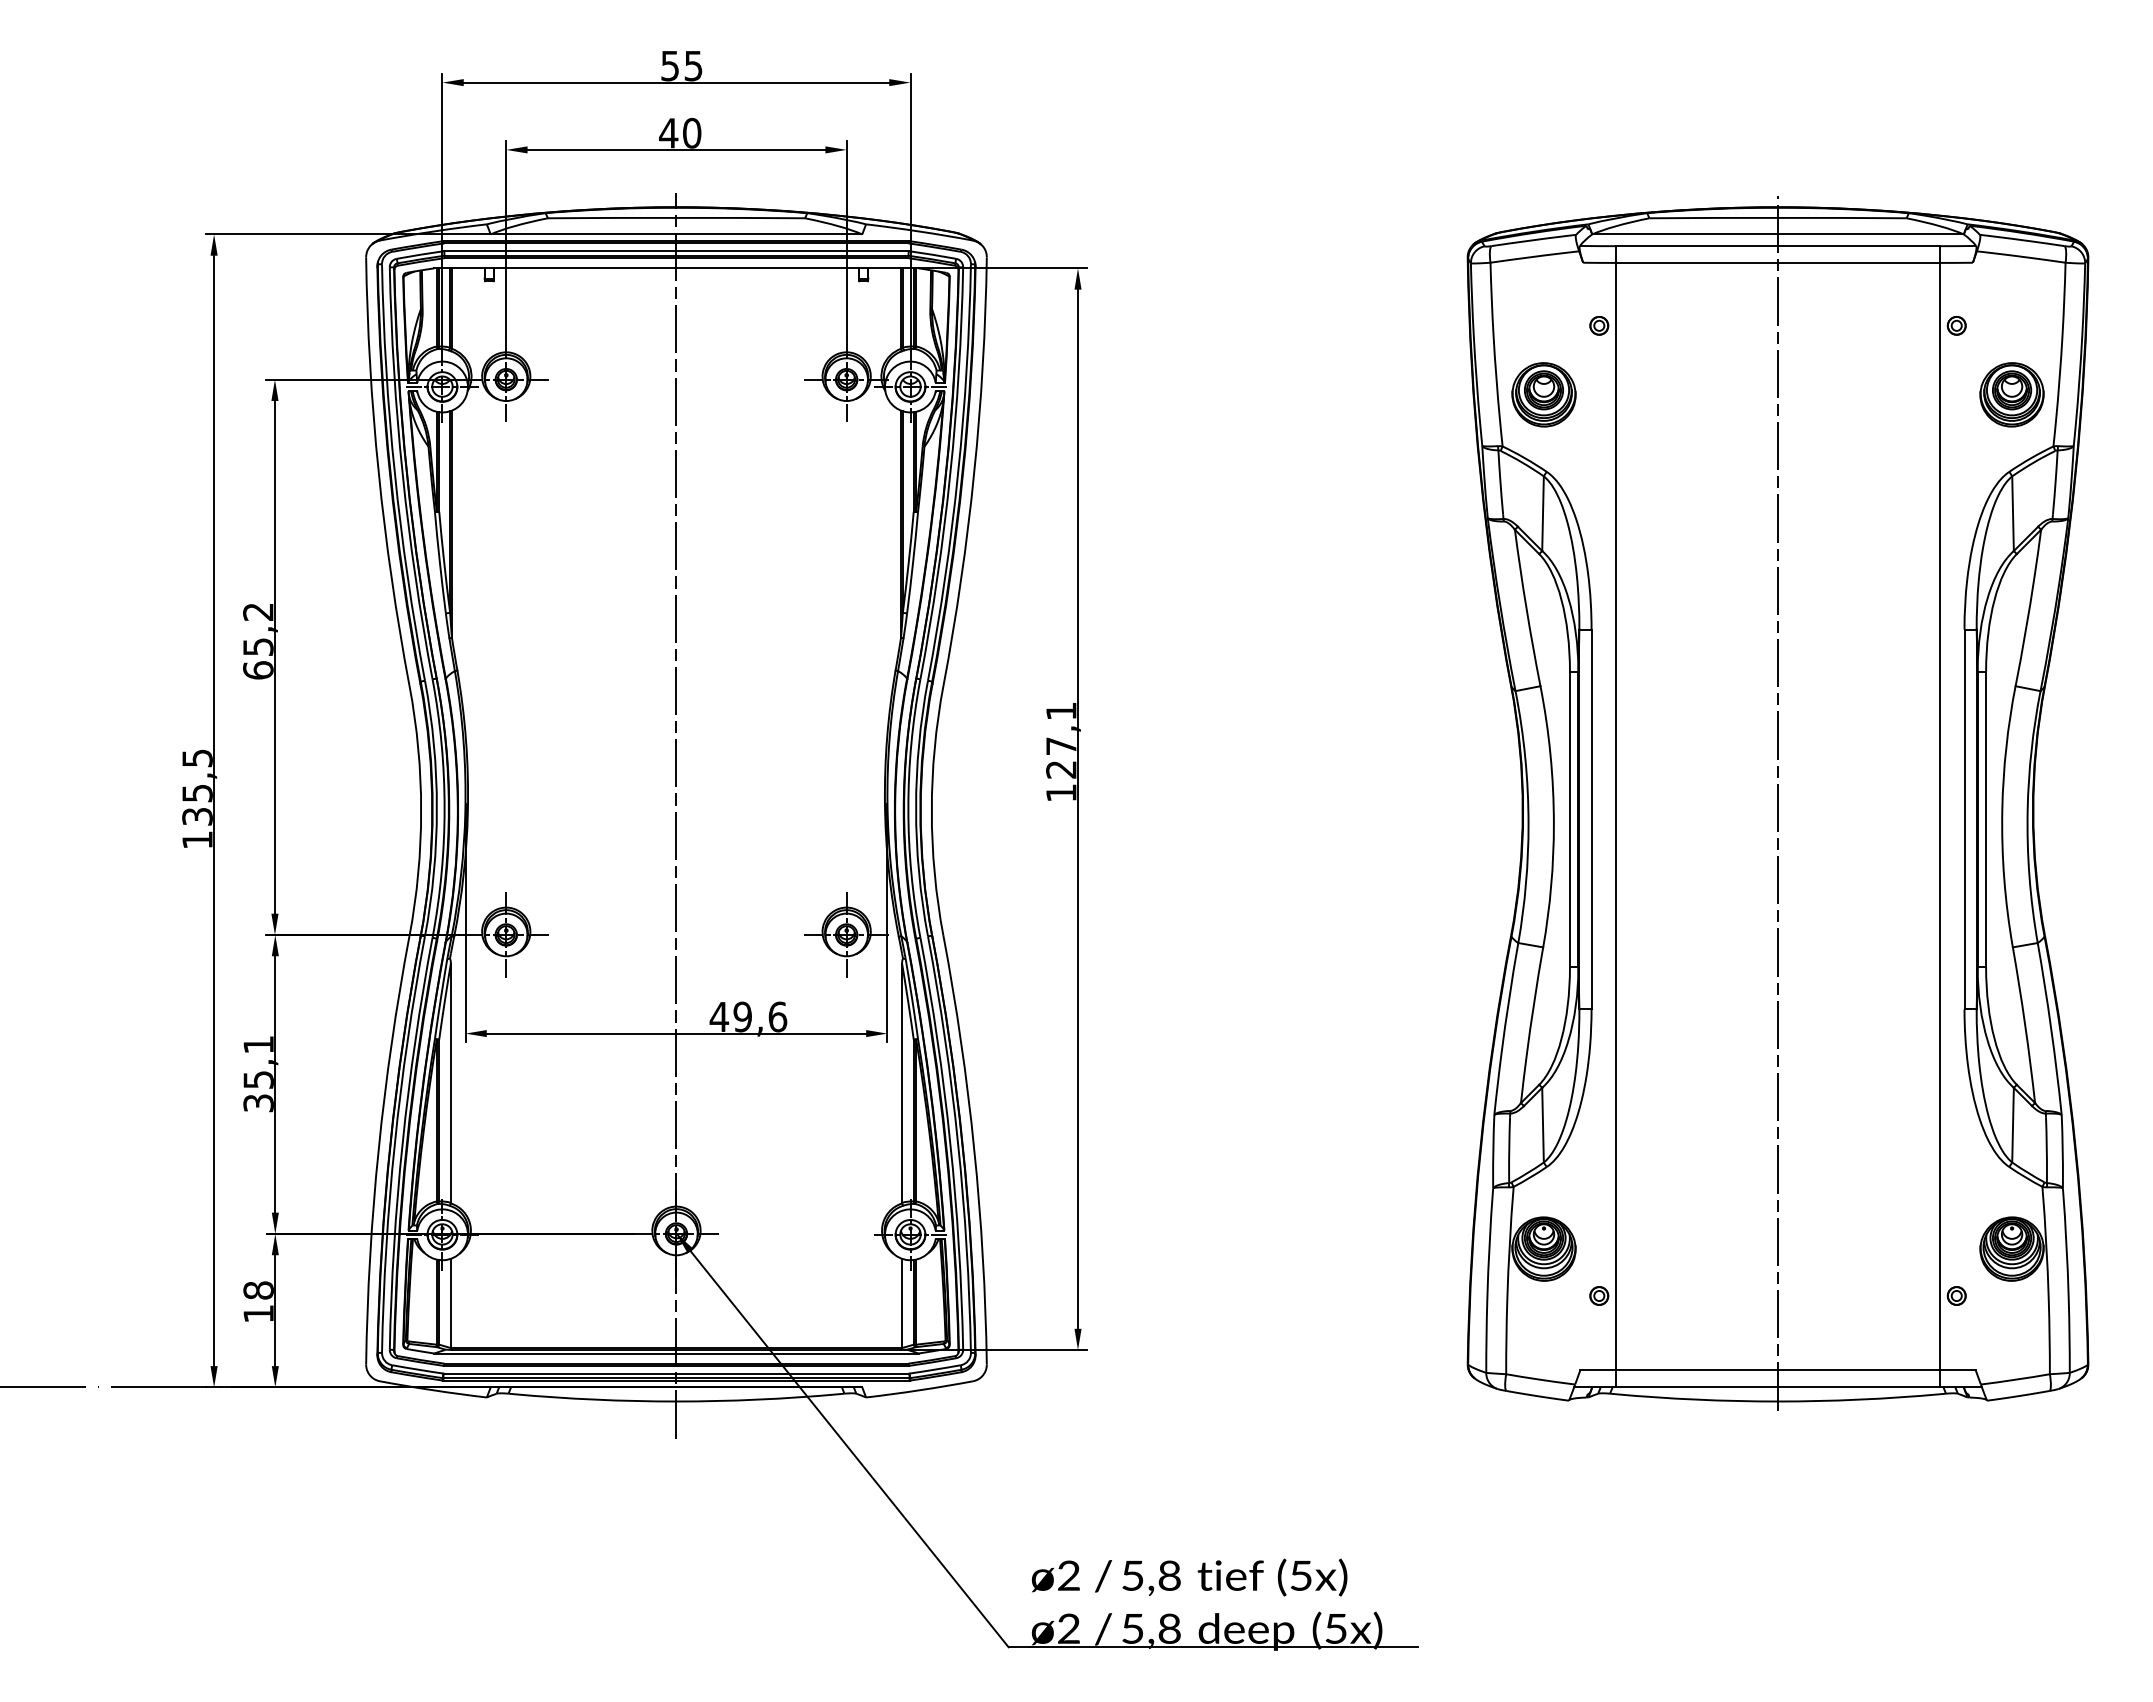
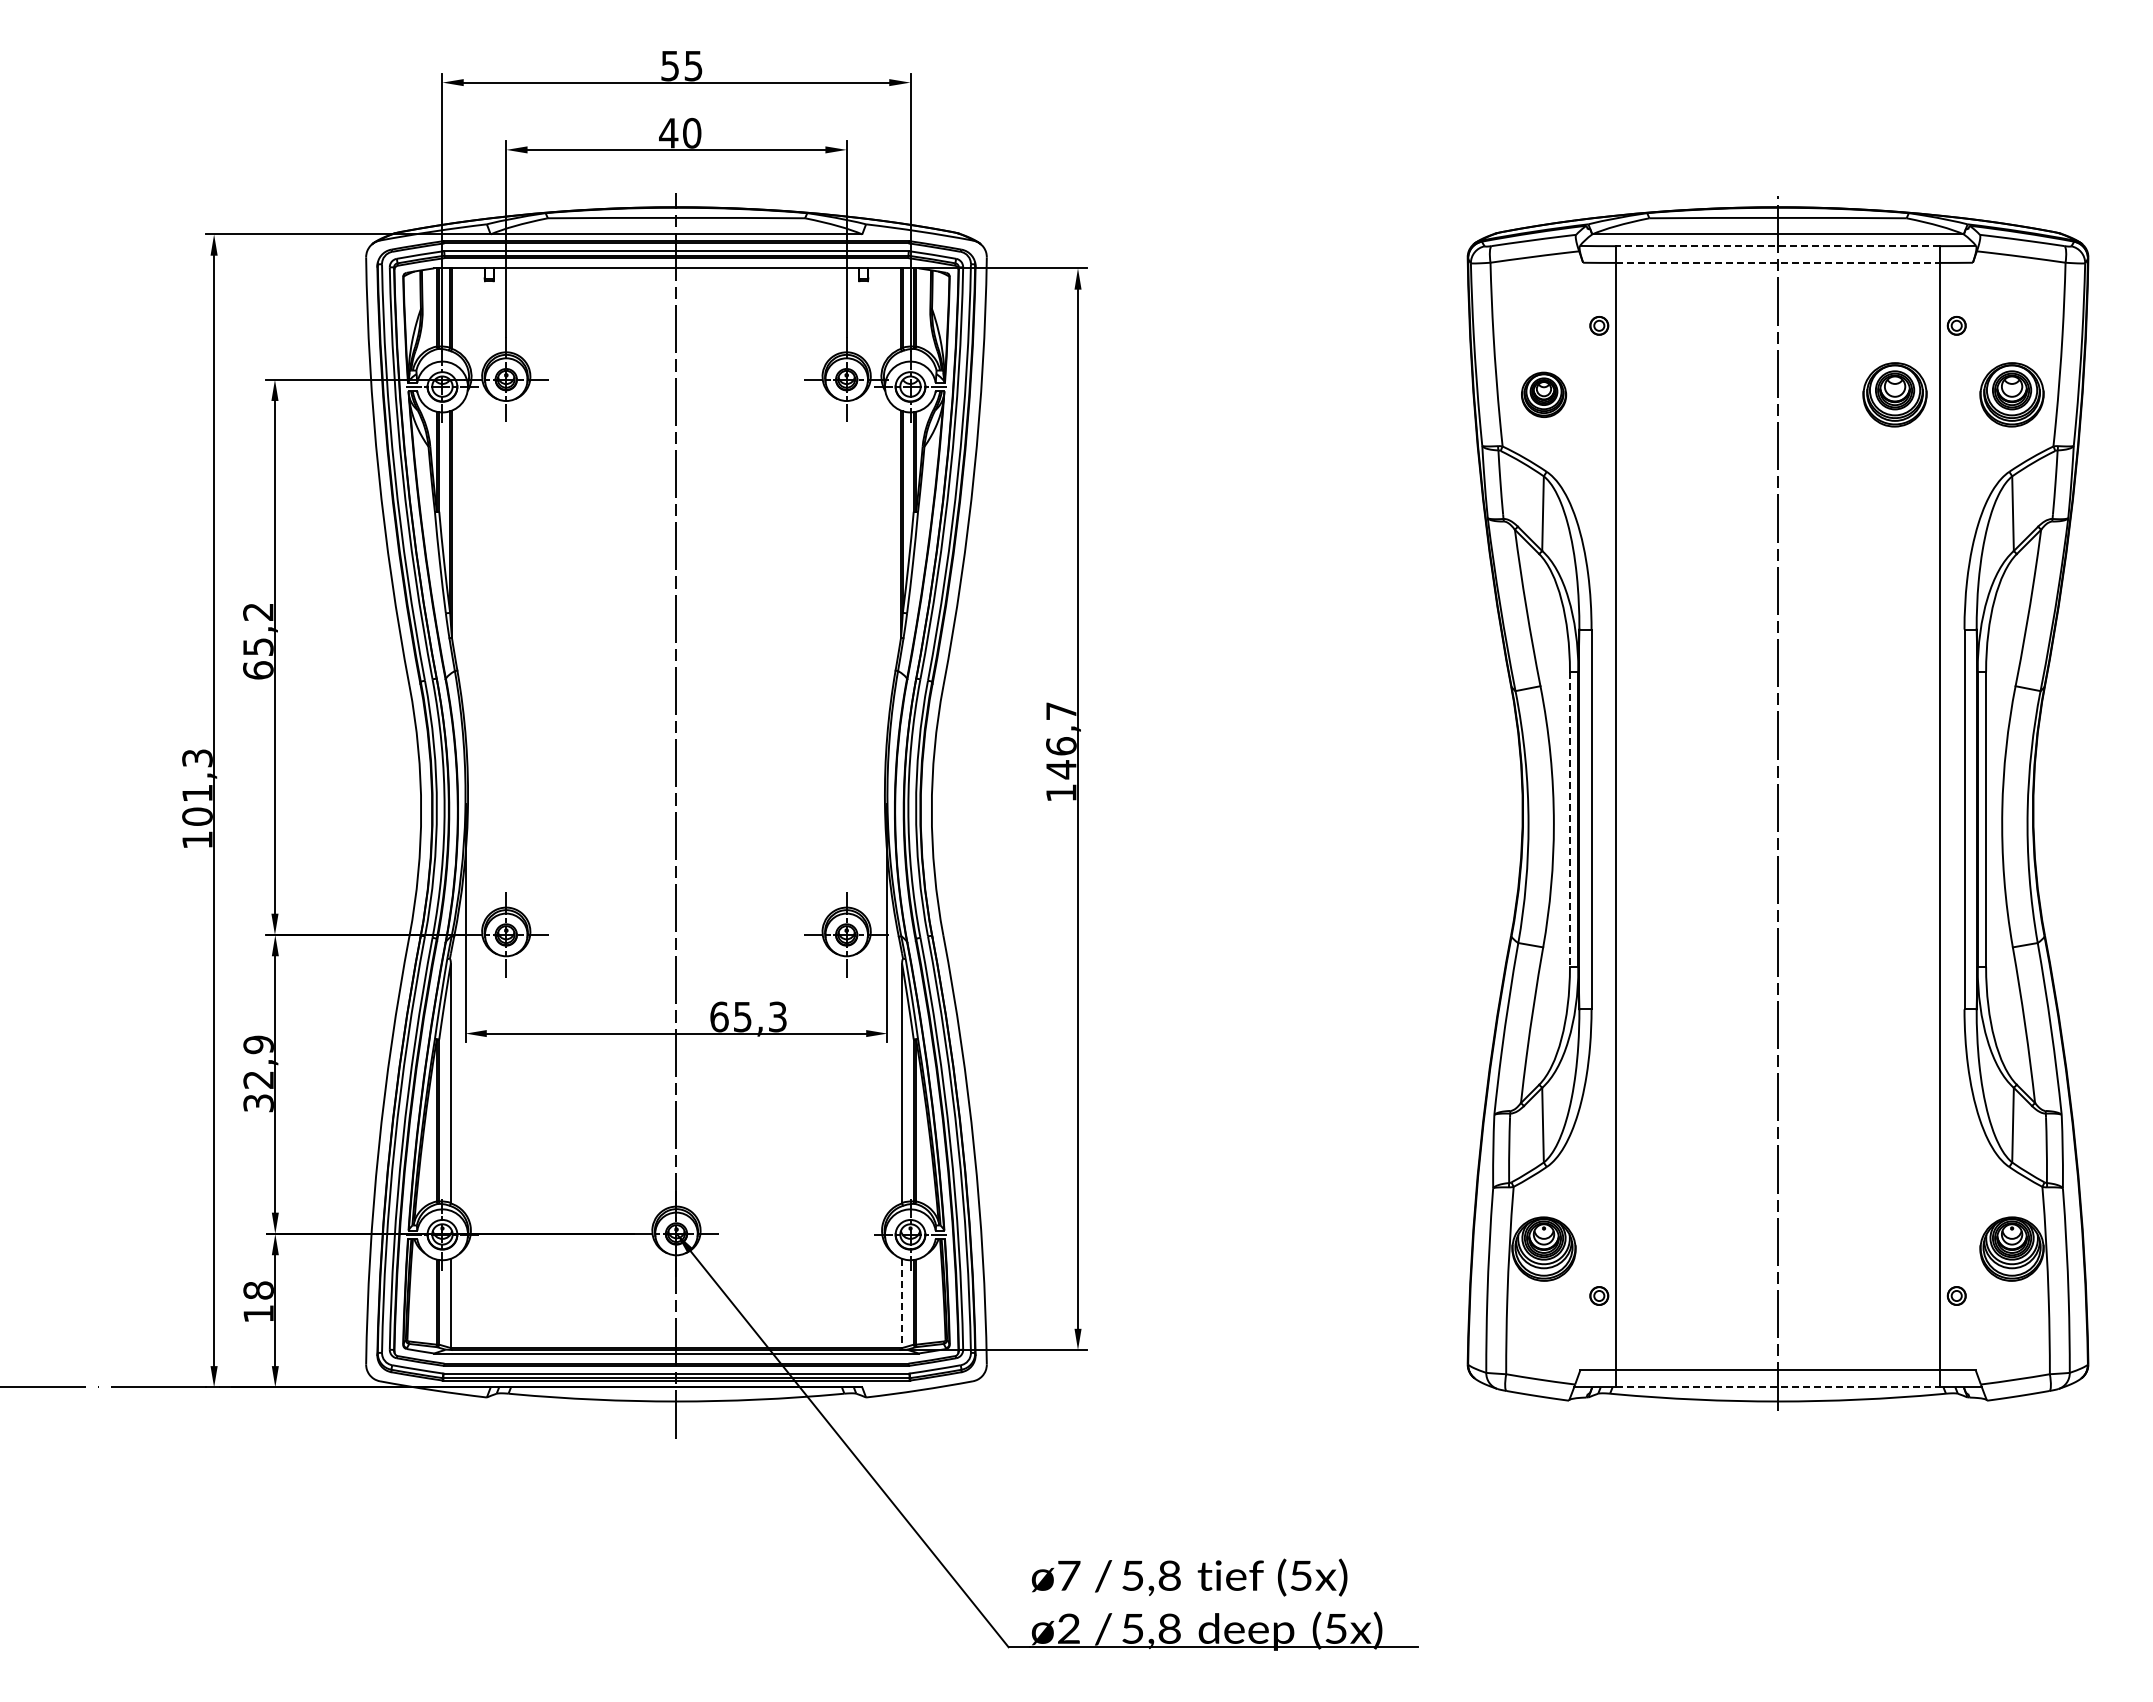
line at (1778, 246): solid -> dashed
line at (1778, 262): solid -> dashed
part at (1543, 394) size: 66x66 px -> 47x47 px
part at (1894, 394): none -> present
text at (1061, 740): 127,1 -> 146,7
text at (197, 787): 135,5 -> 101,3
line at (1569, 819): solid -> dashed
text at (748, 1016): 49,6 -> 65,3
text at (258, 1061): 35,1 -> 32,9
line at (902, 1303): solid -> dashed
line at (1778, 1387): solid -> dashed
text at (1069, 1575): ø2 -> ø7
